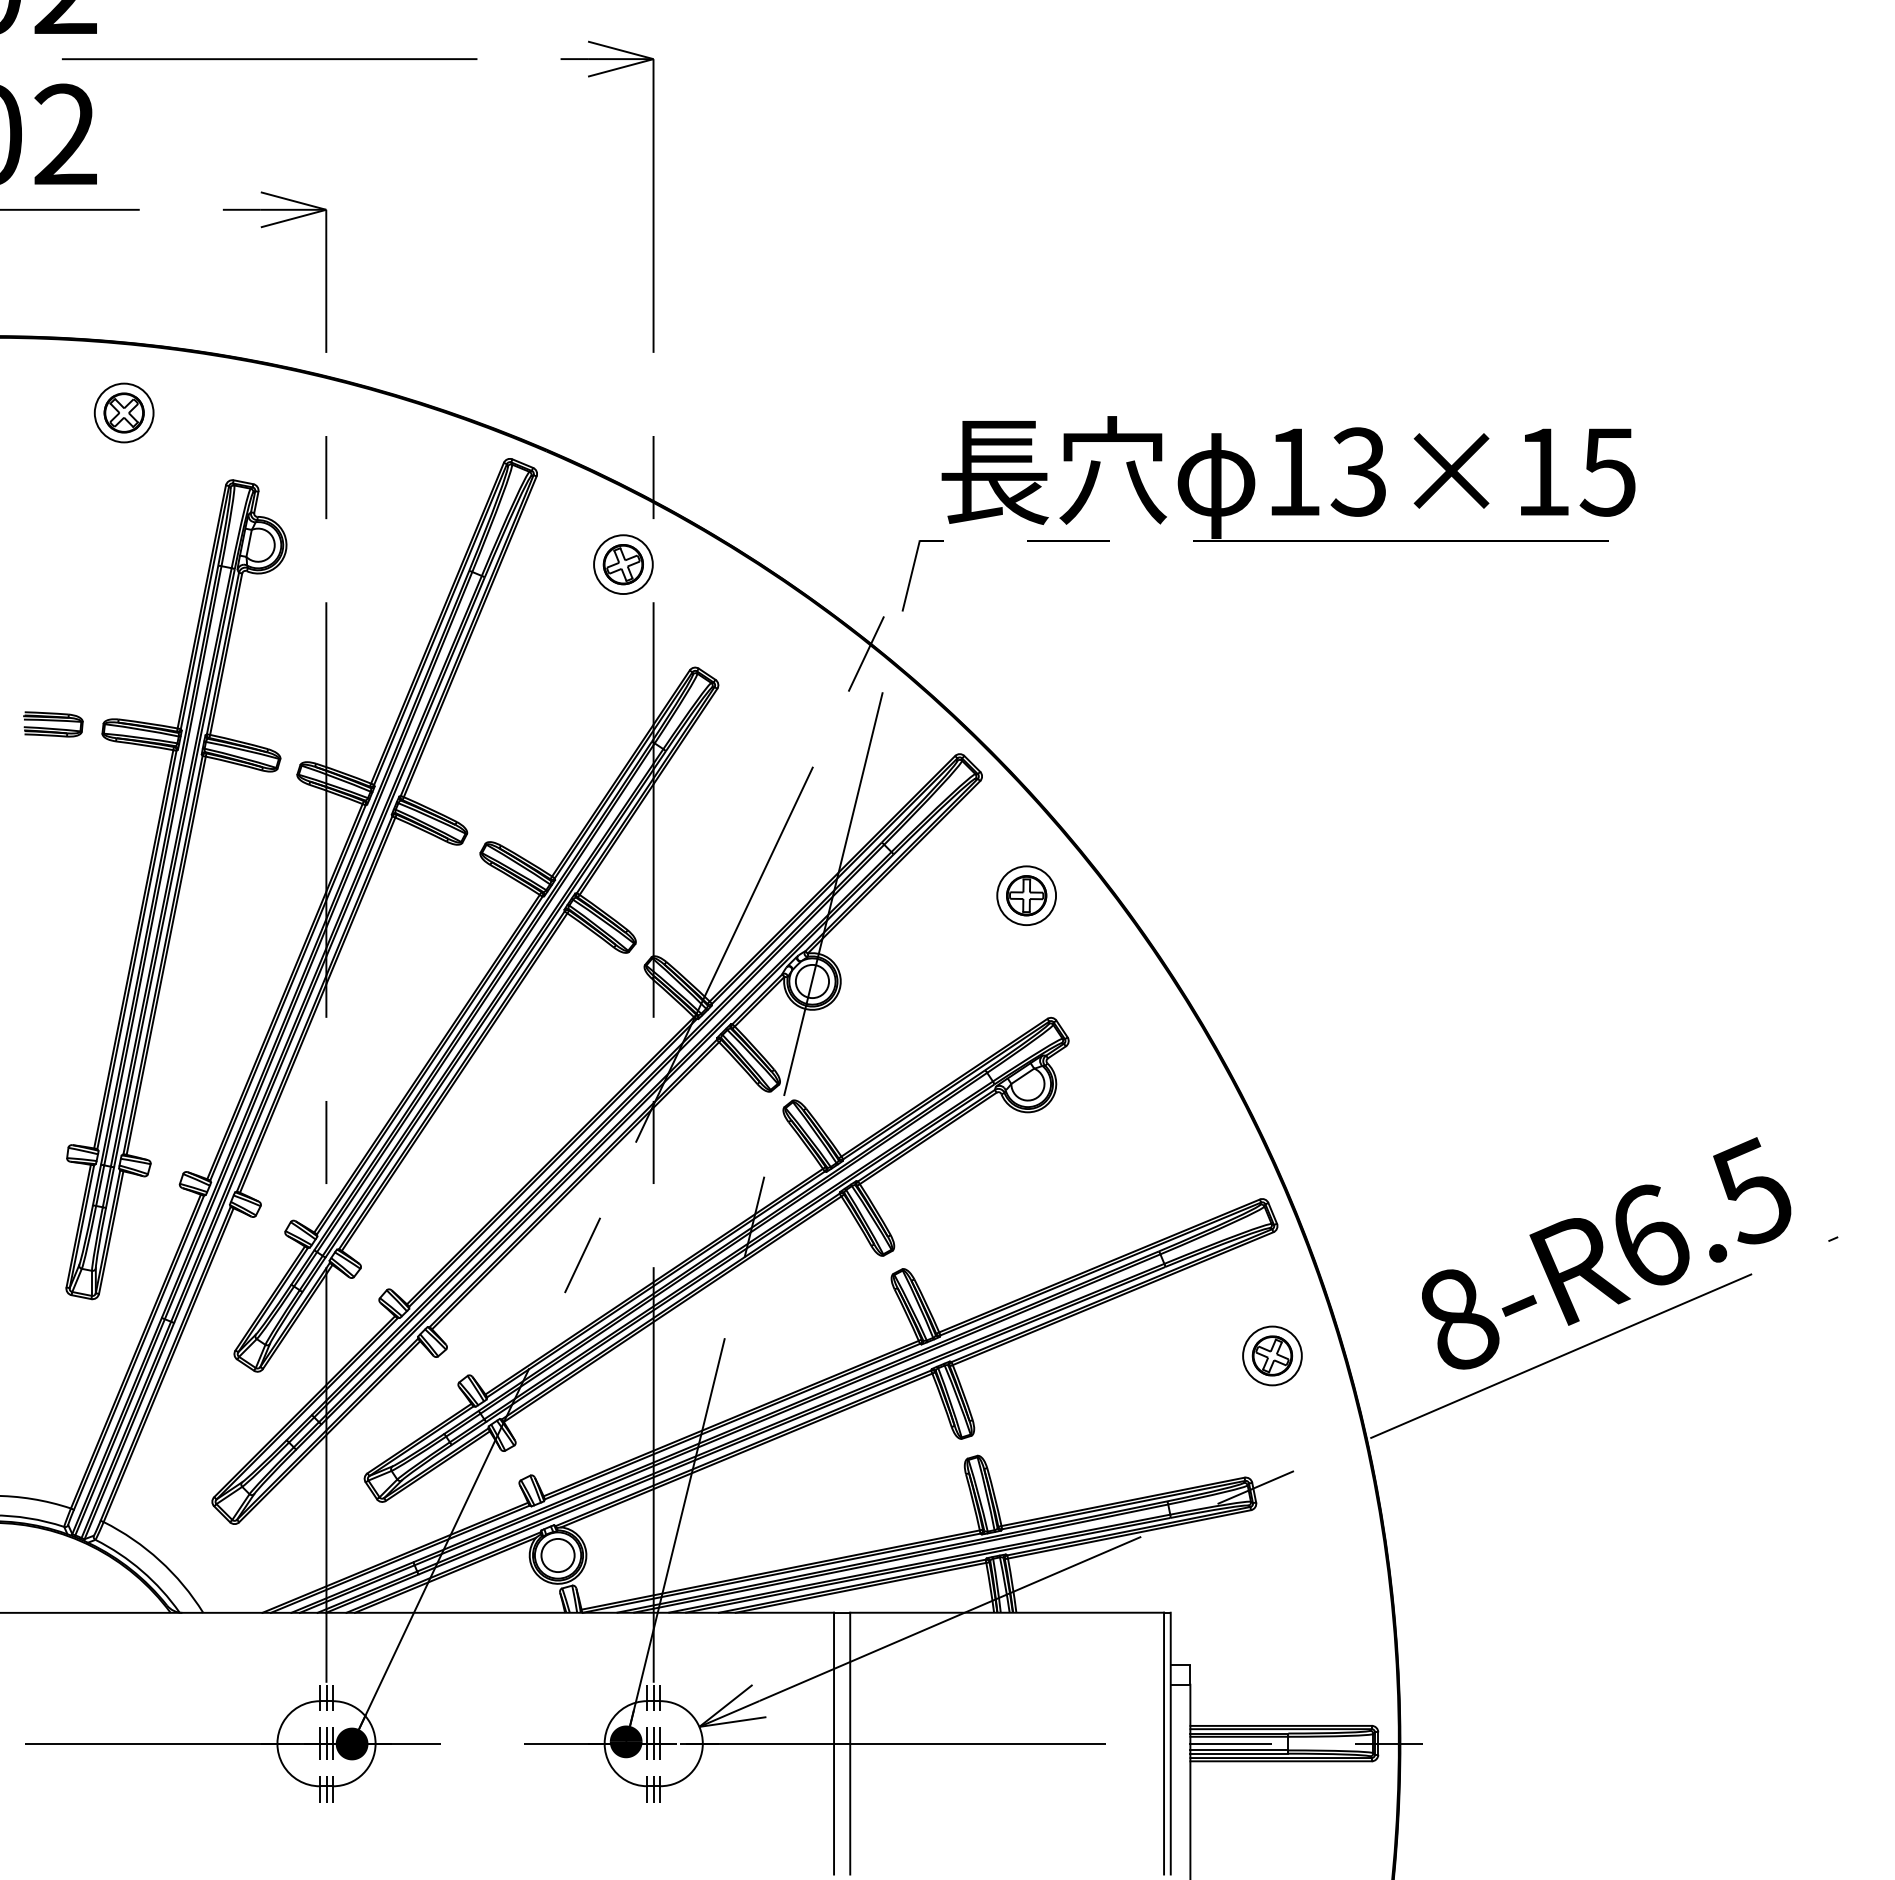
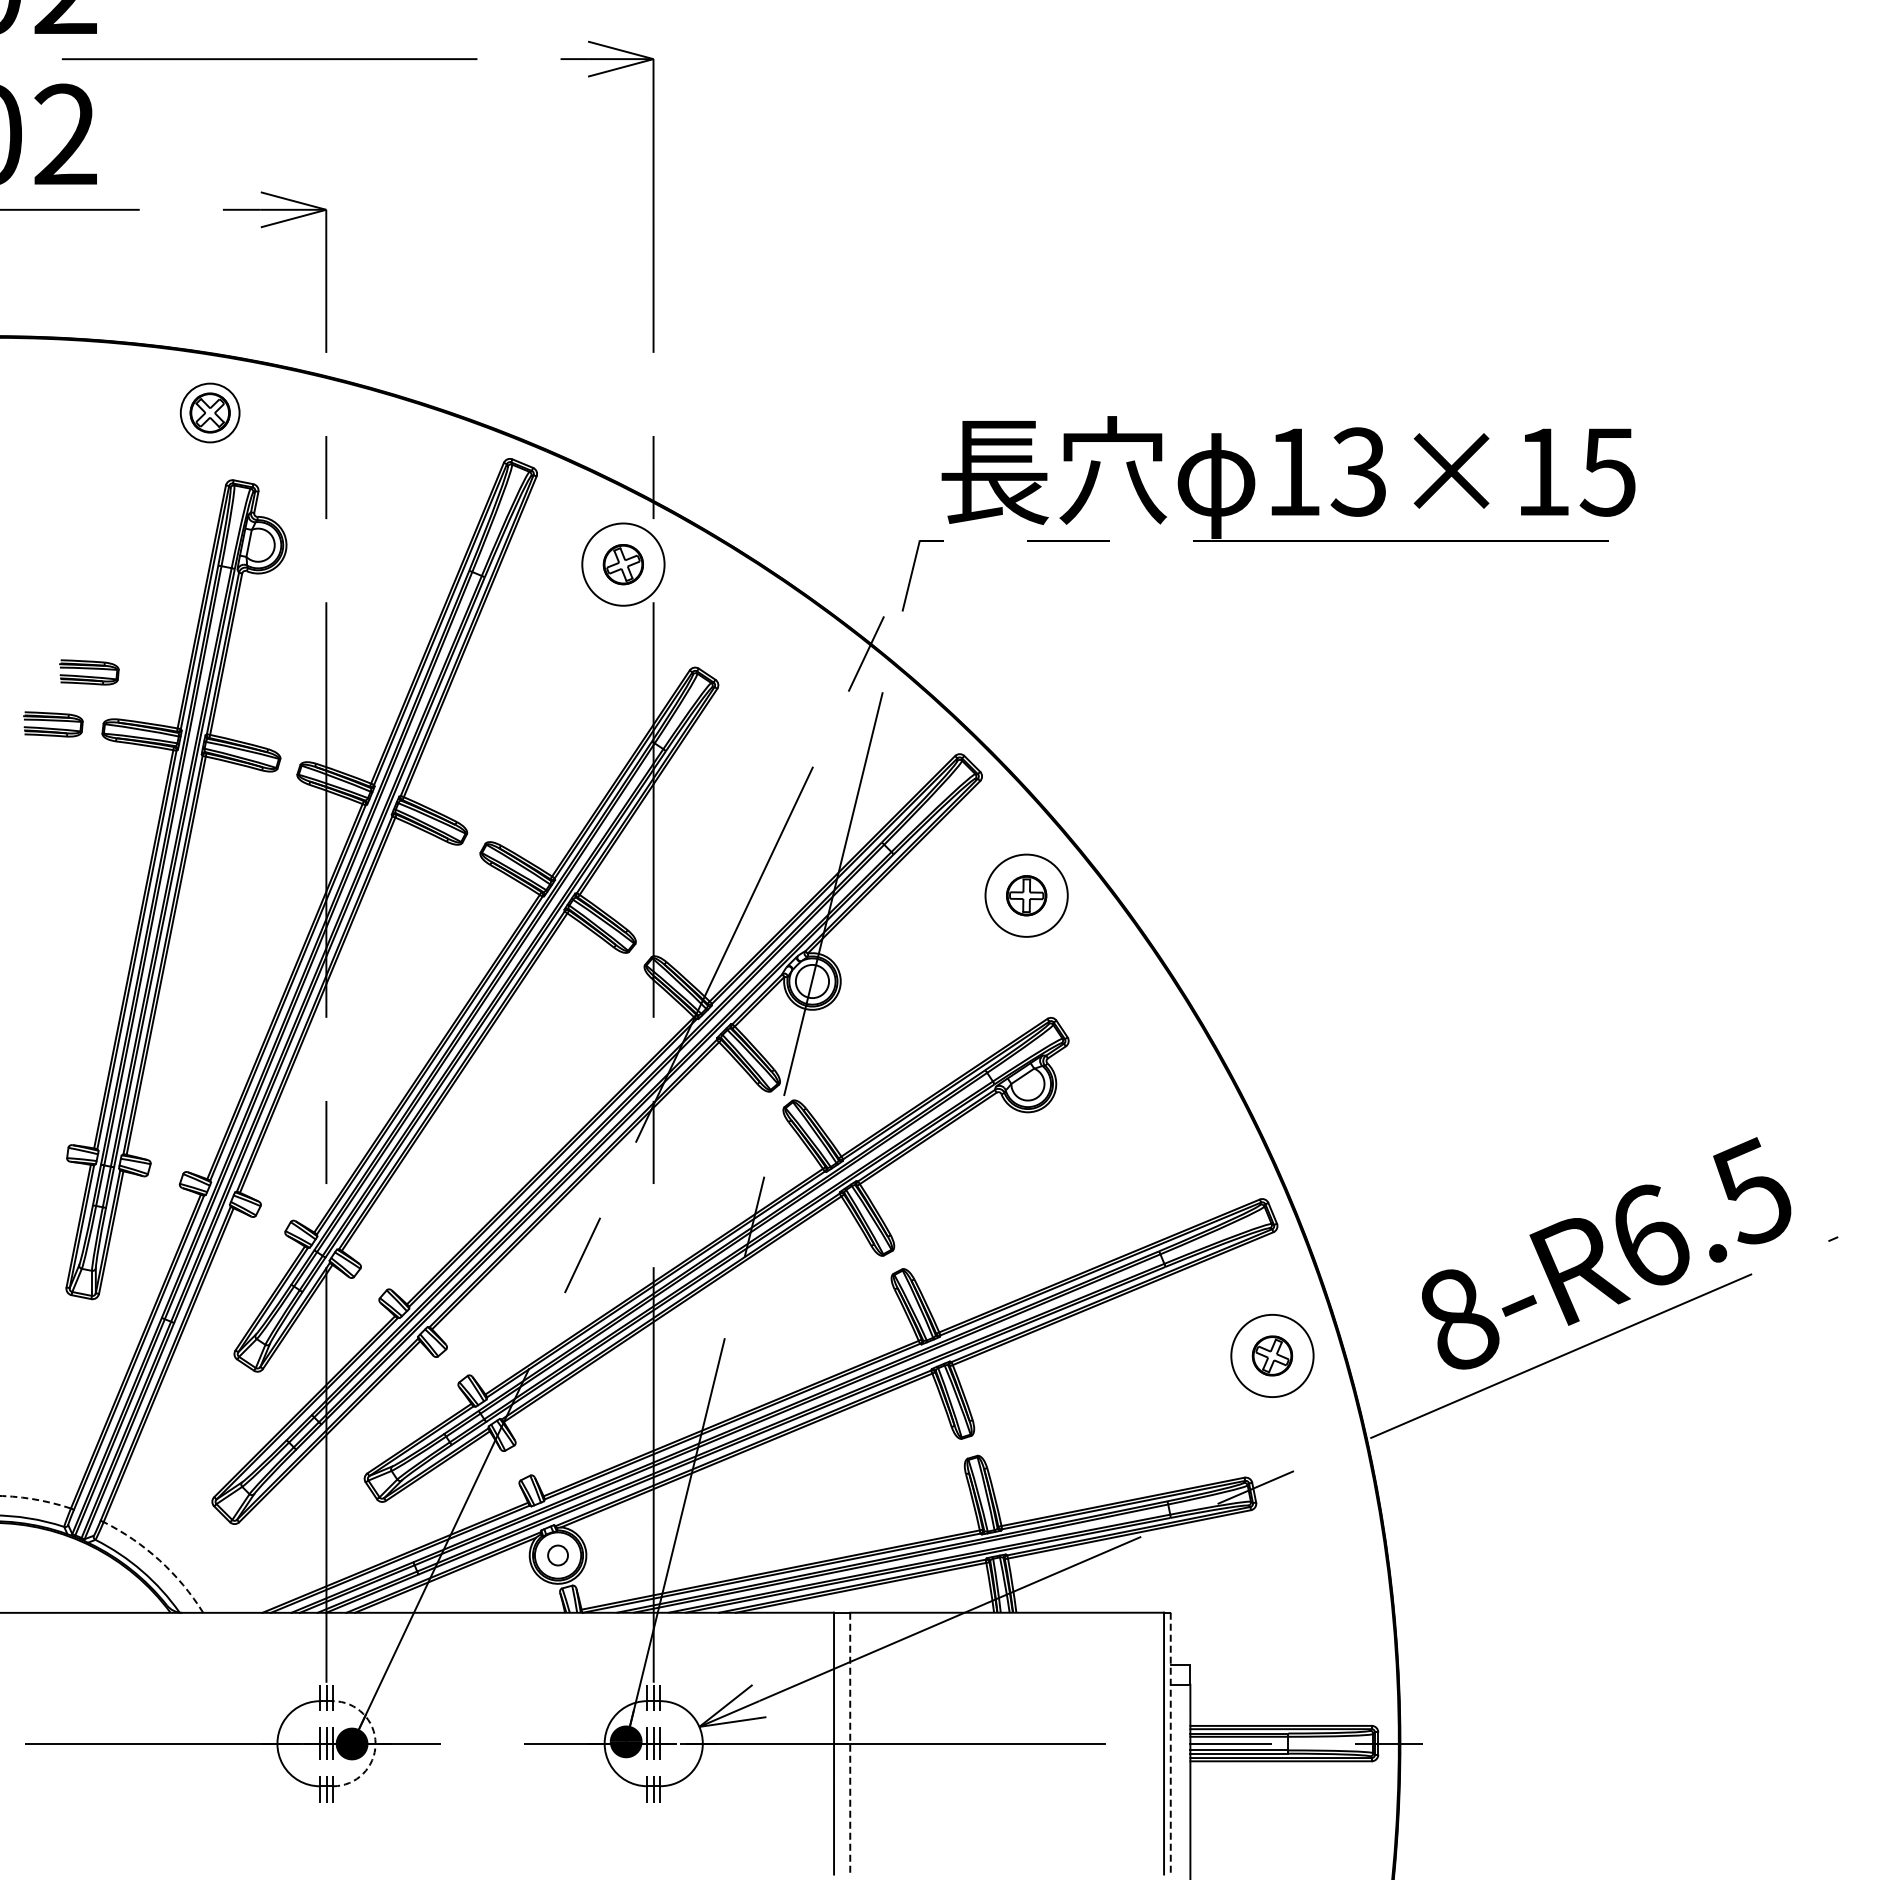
part at (123, 412) position: (123, 412) -> (209, 412)
circle at (623, 564) diameter: 59 px -> 82 px
part at (89, 672): none -> present
circle at (1026, 895) diameter: 59 px -> 82 px
circle at (1272, 1355) diameter: 59 px -> 82 px
arc at (36, 1499): solid -> dashed
circle at (557, 1555) diameter: 33 px -> 20 px
arc at (159, 1560): solid -> dashed
arc at (375, 1743): solid -> dashed
line at (850, 1743): solid -> dashed
line at (1170, 1743): solid -> dashed
